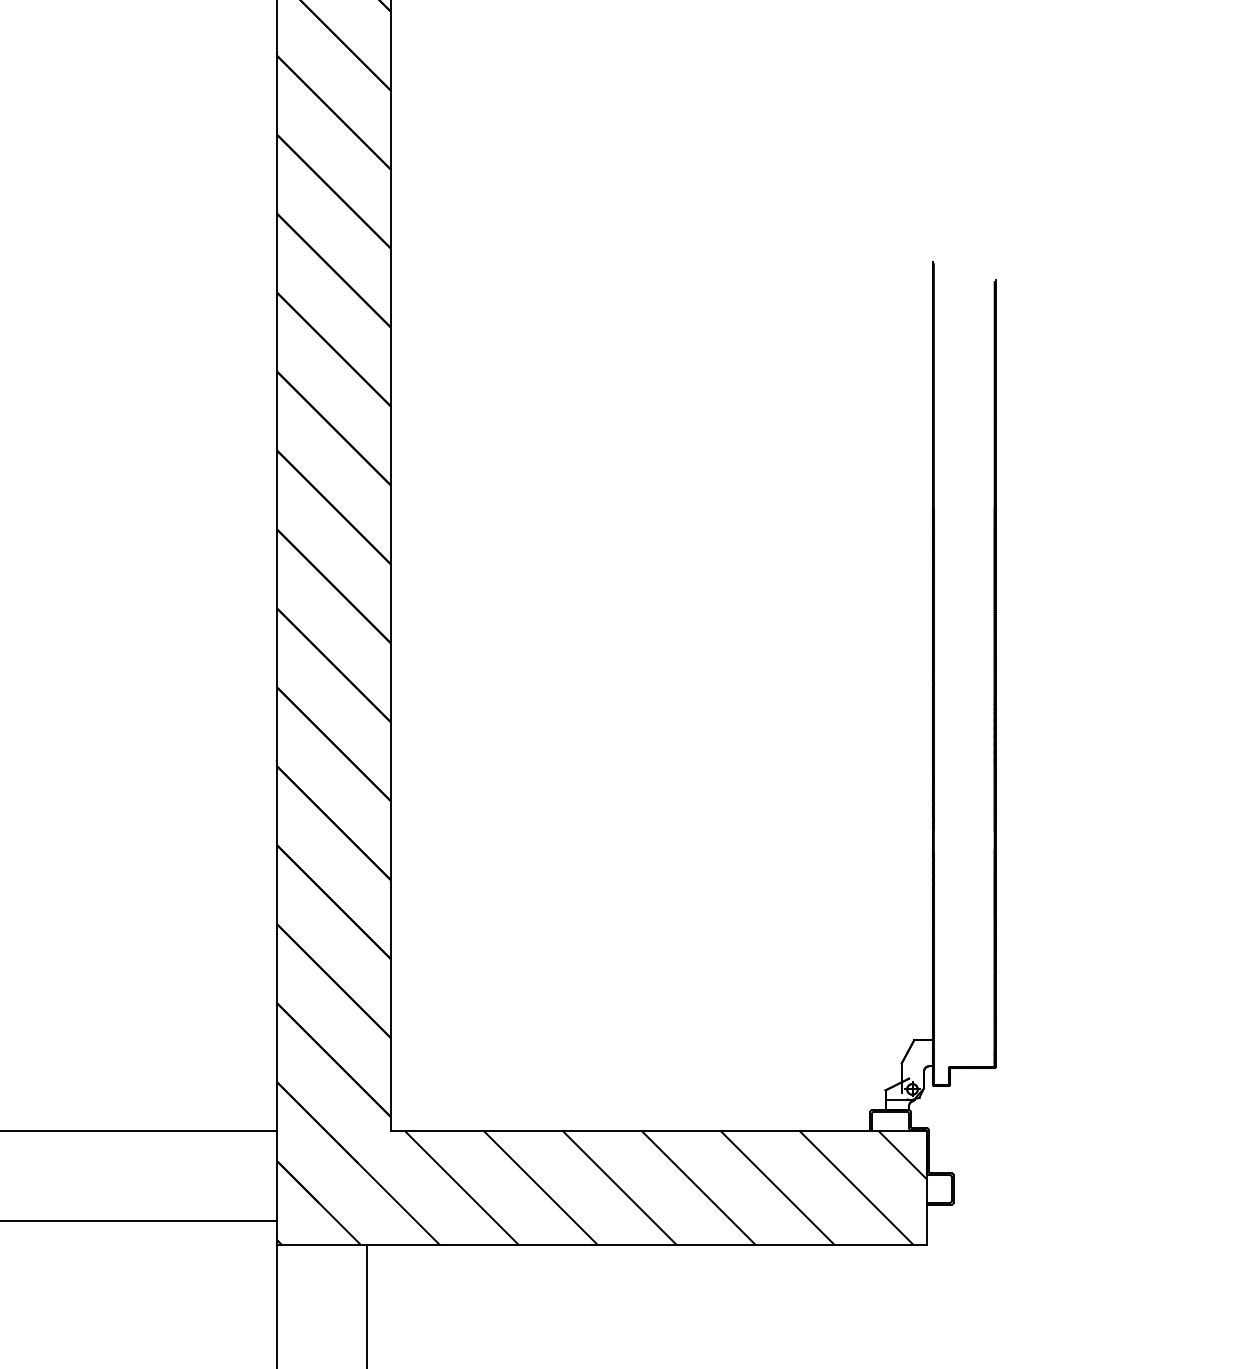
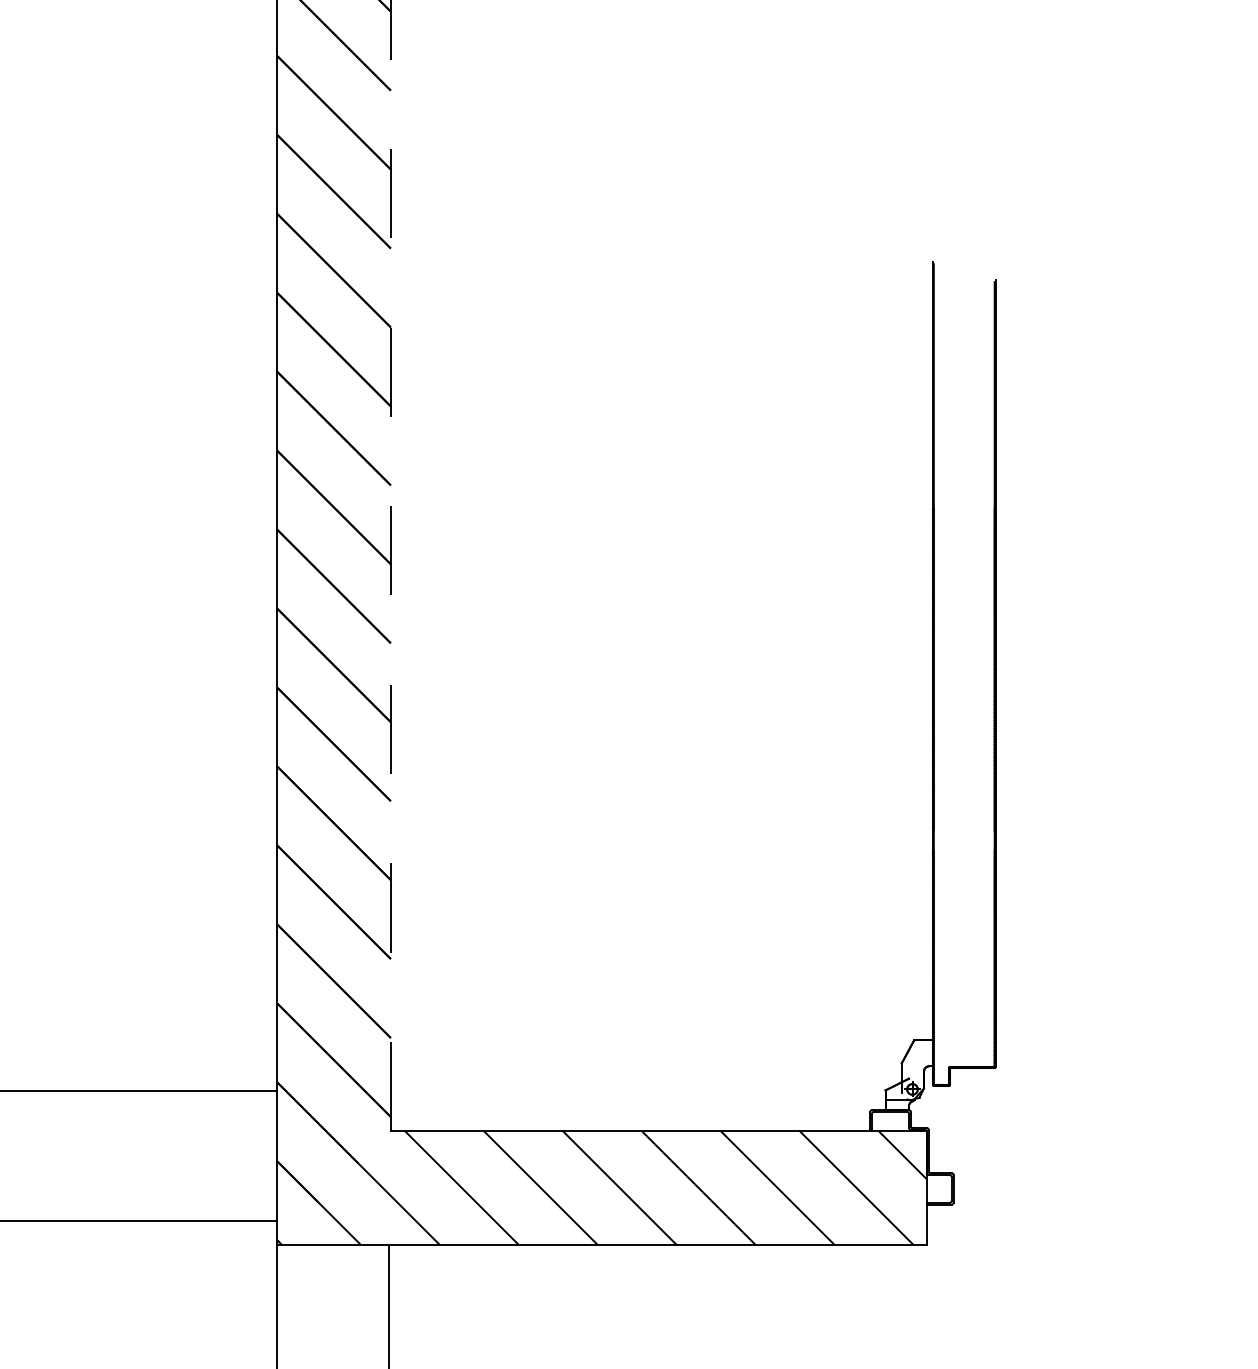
line at (390, 565): solid -> dashed
line at (139, 1131) position: (139, 1131) -> (139, 1091)
line at (366, 1304) position: (366, 1304) -> (388, 1304)
